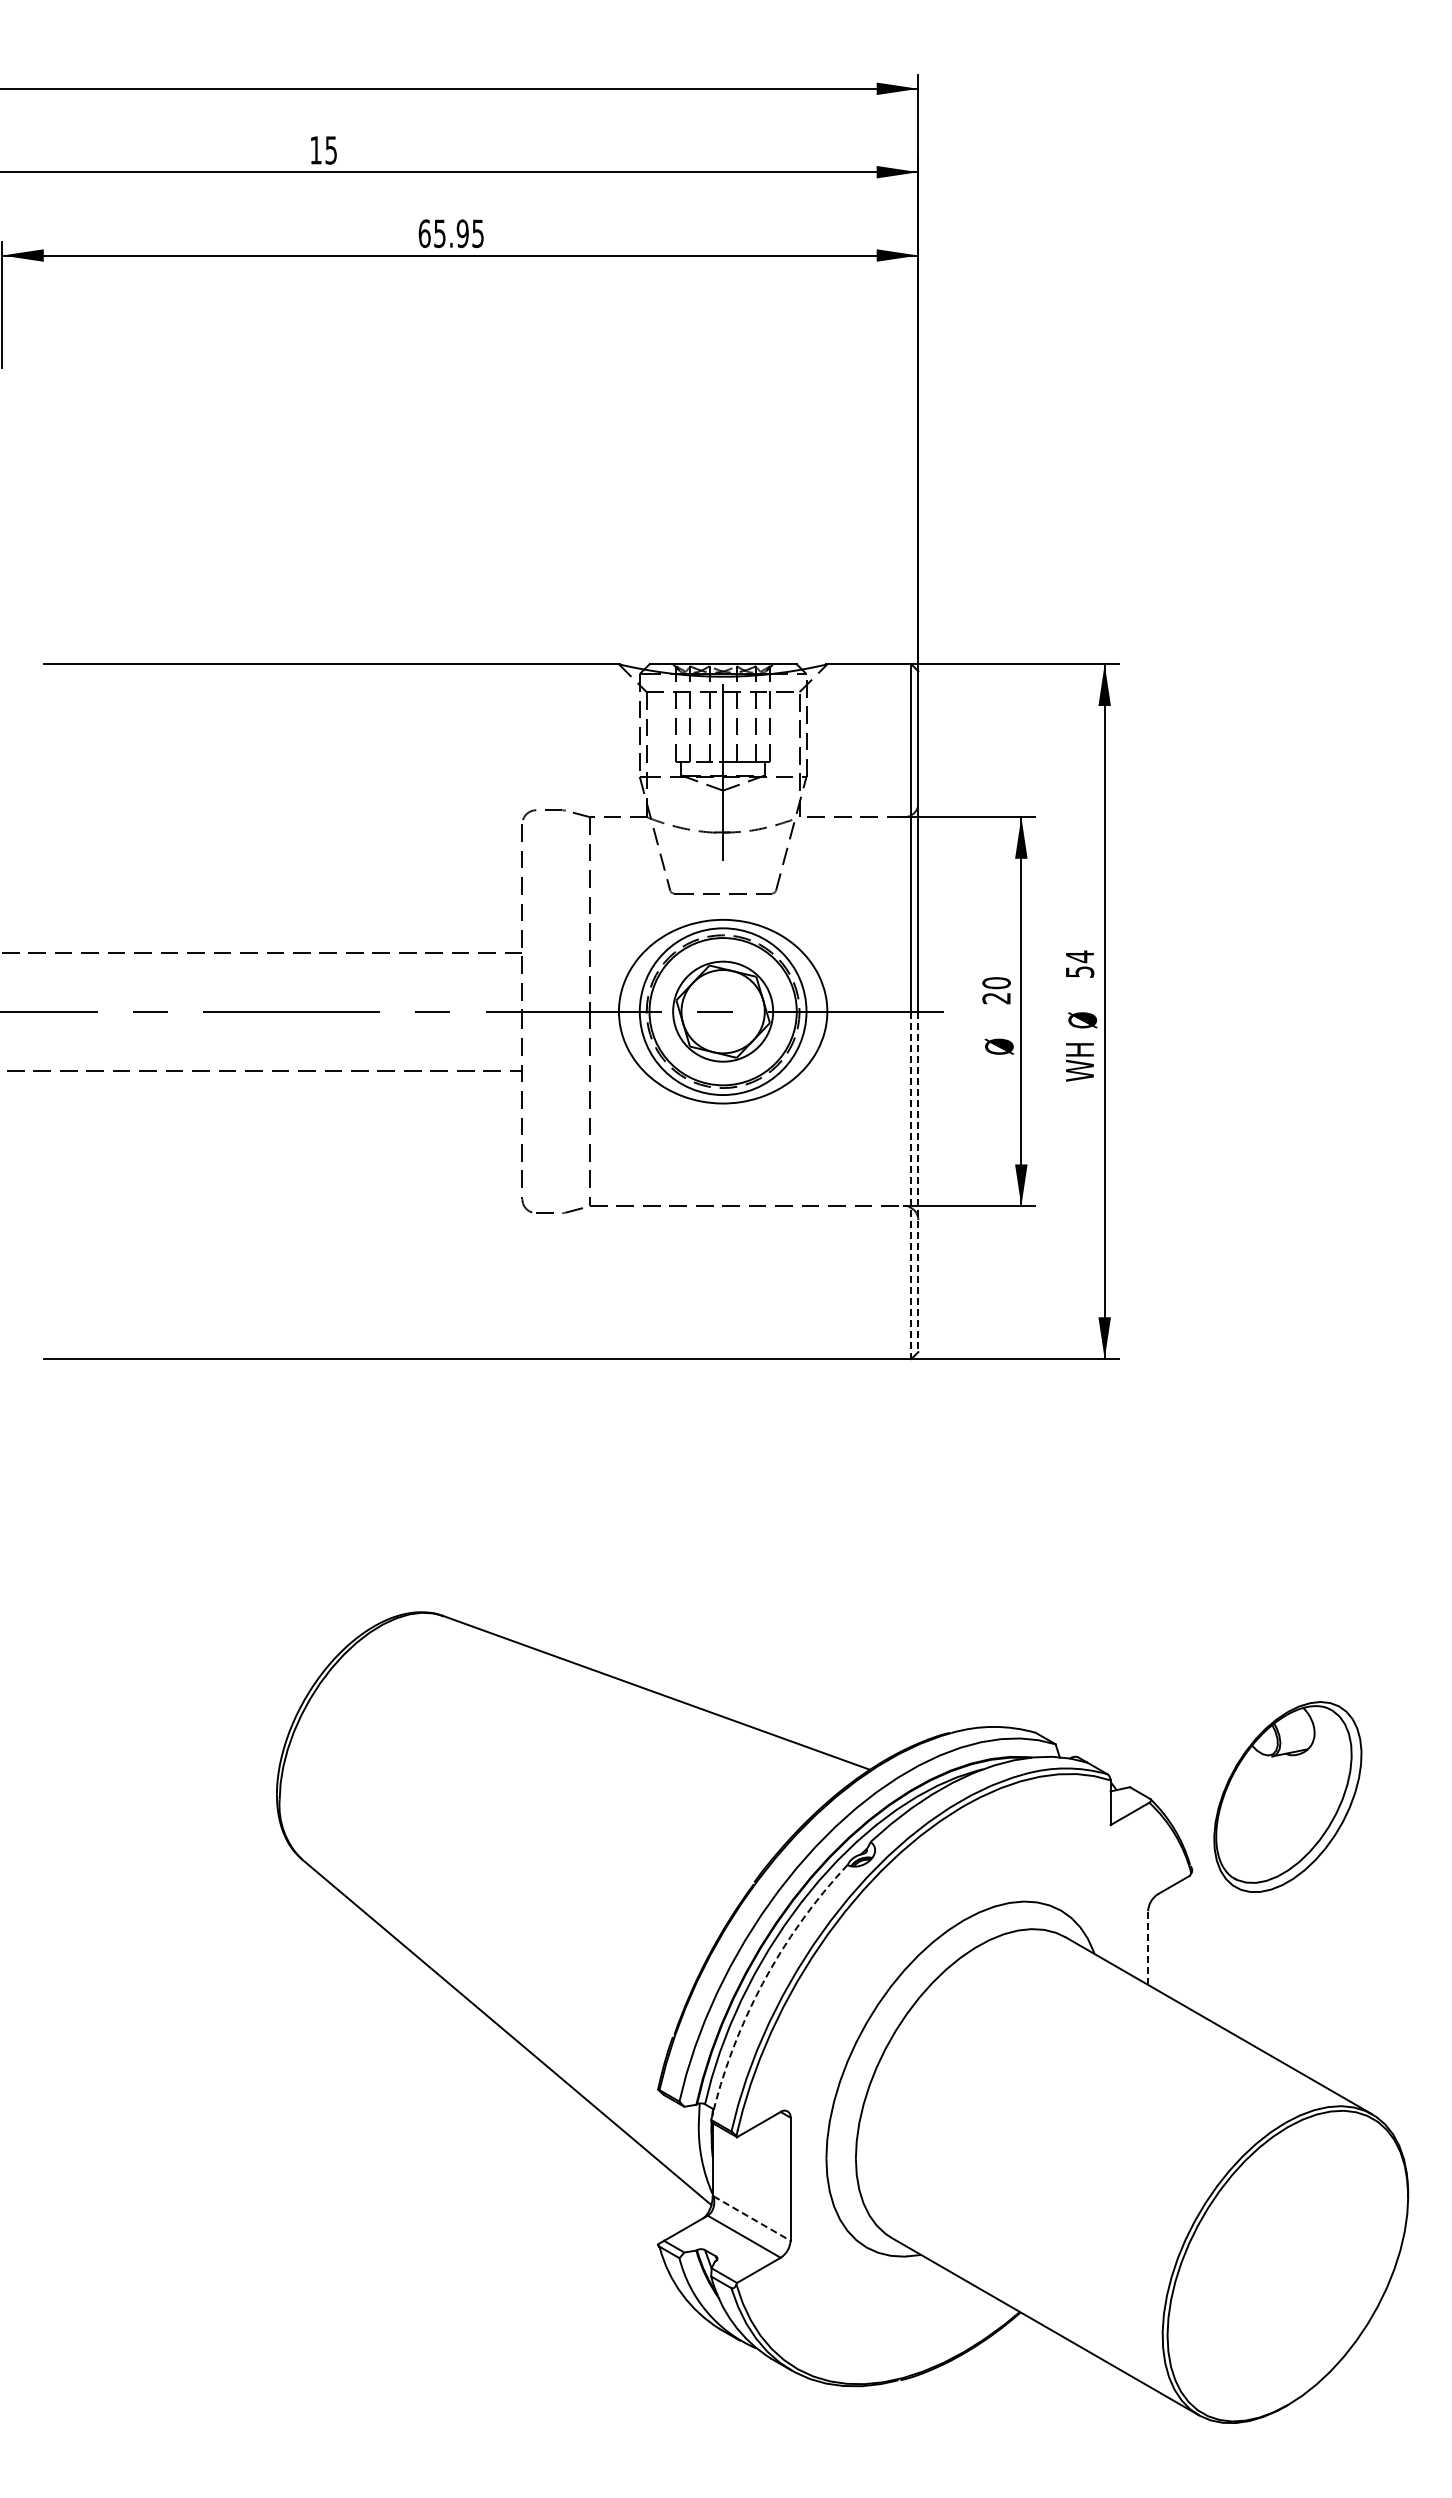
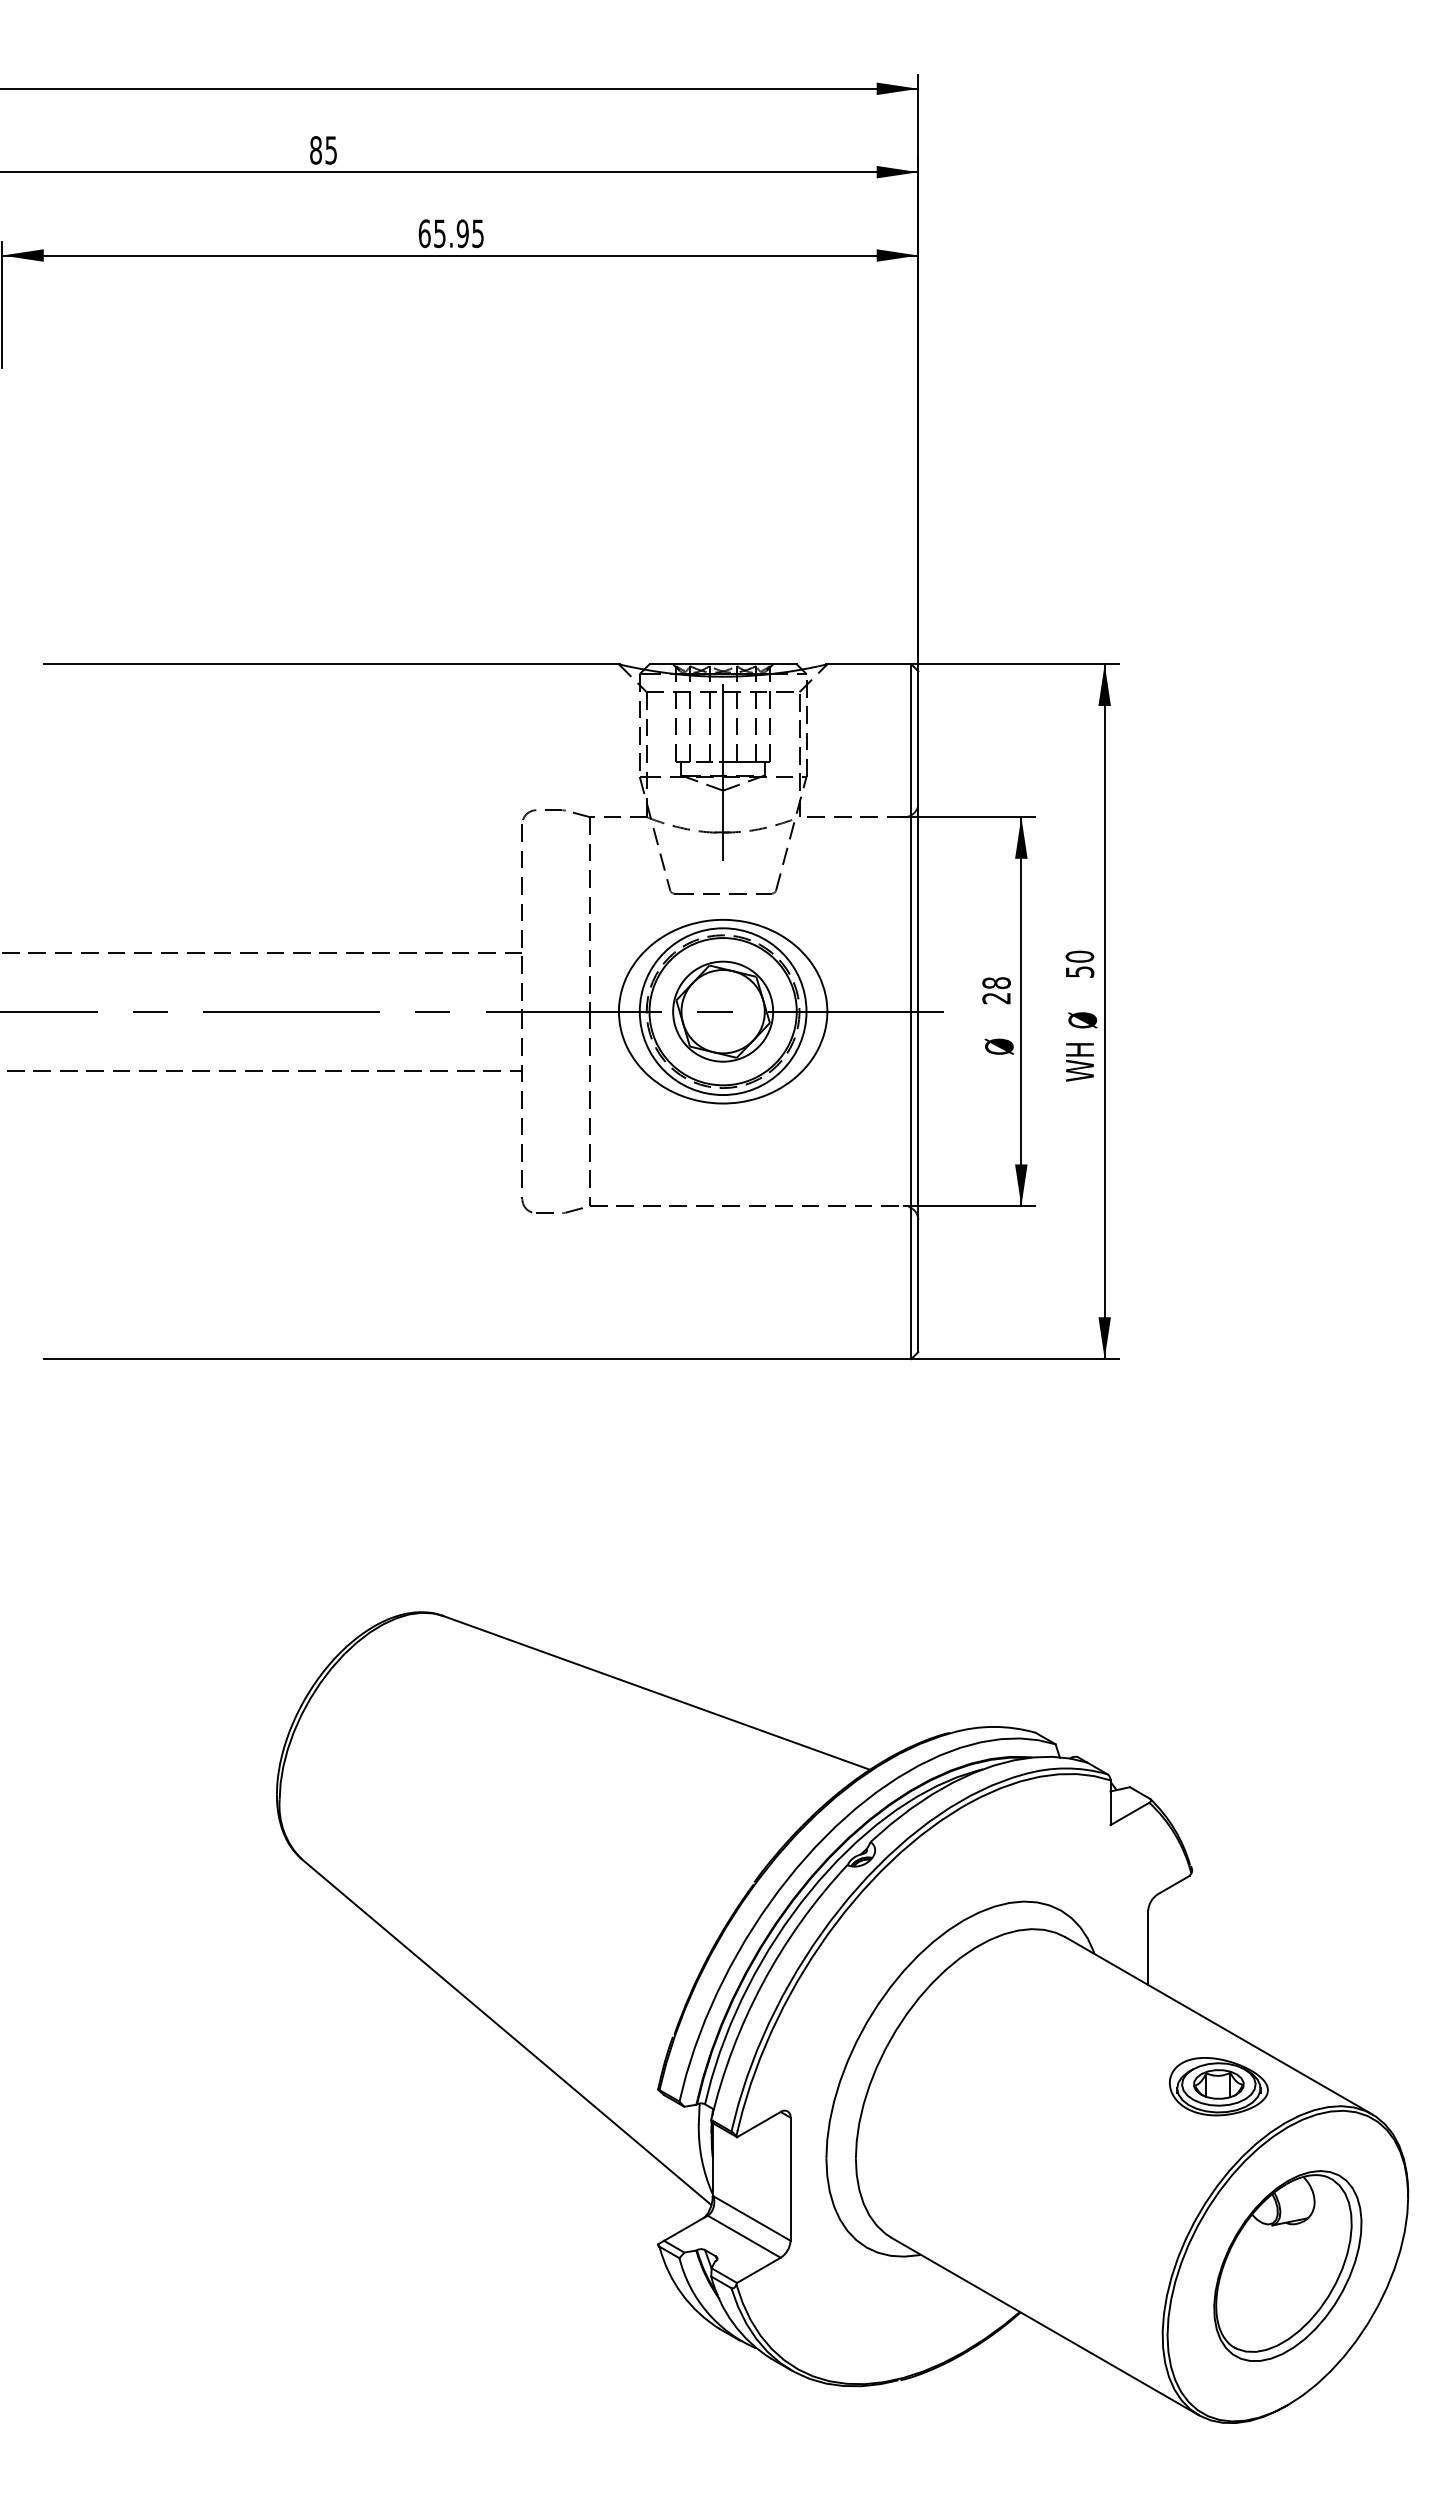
text at (315, 150): 15 -> 85
text at (1079, 956): 54 -> 50
text at (996, 983): 20 -> 28
line at (918, 1182): dashed -> solid
line at (911, 1185): dashed -> solid
part at (1287, 1796) position: (1287, 1796) -> (1287, 2265)
line at (1148, 1948): dashed -> solid
arc at (762, 1983): dashed -> solid
part at (1218, 2086): none -> present
line at (752, 2218): dashed -> solid
